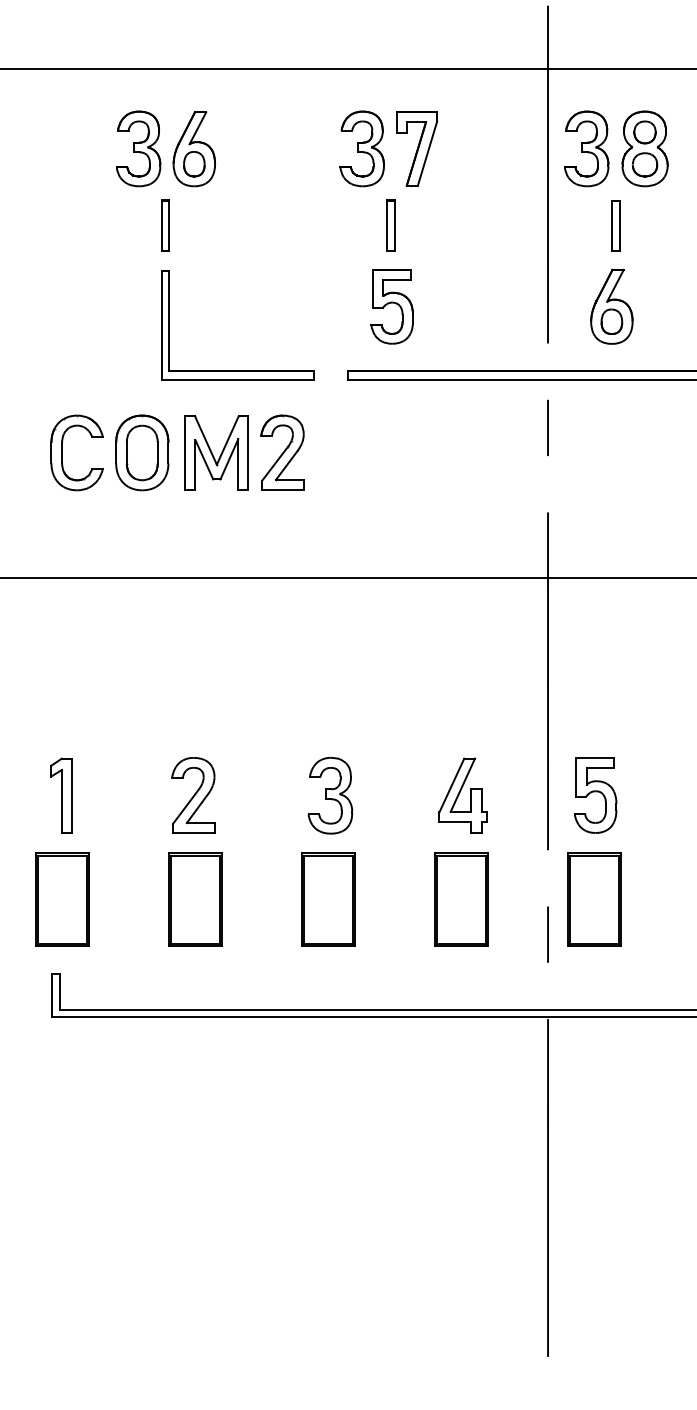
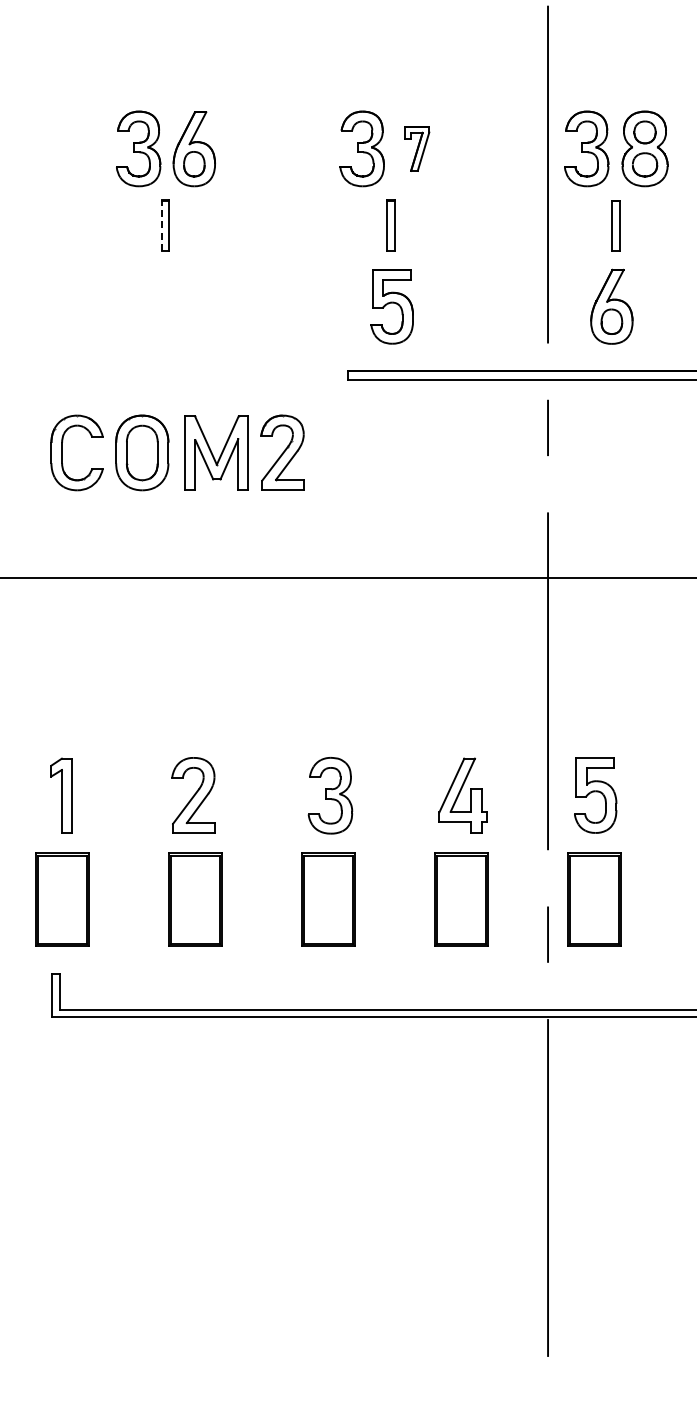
line at (347, 68): present -> none
part at (417, 148) size: 43x76 px -> 27x46 px
line at (161, 225): solid -> dashed
part at (237, 370): present -> none
